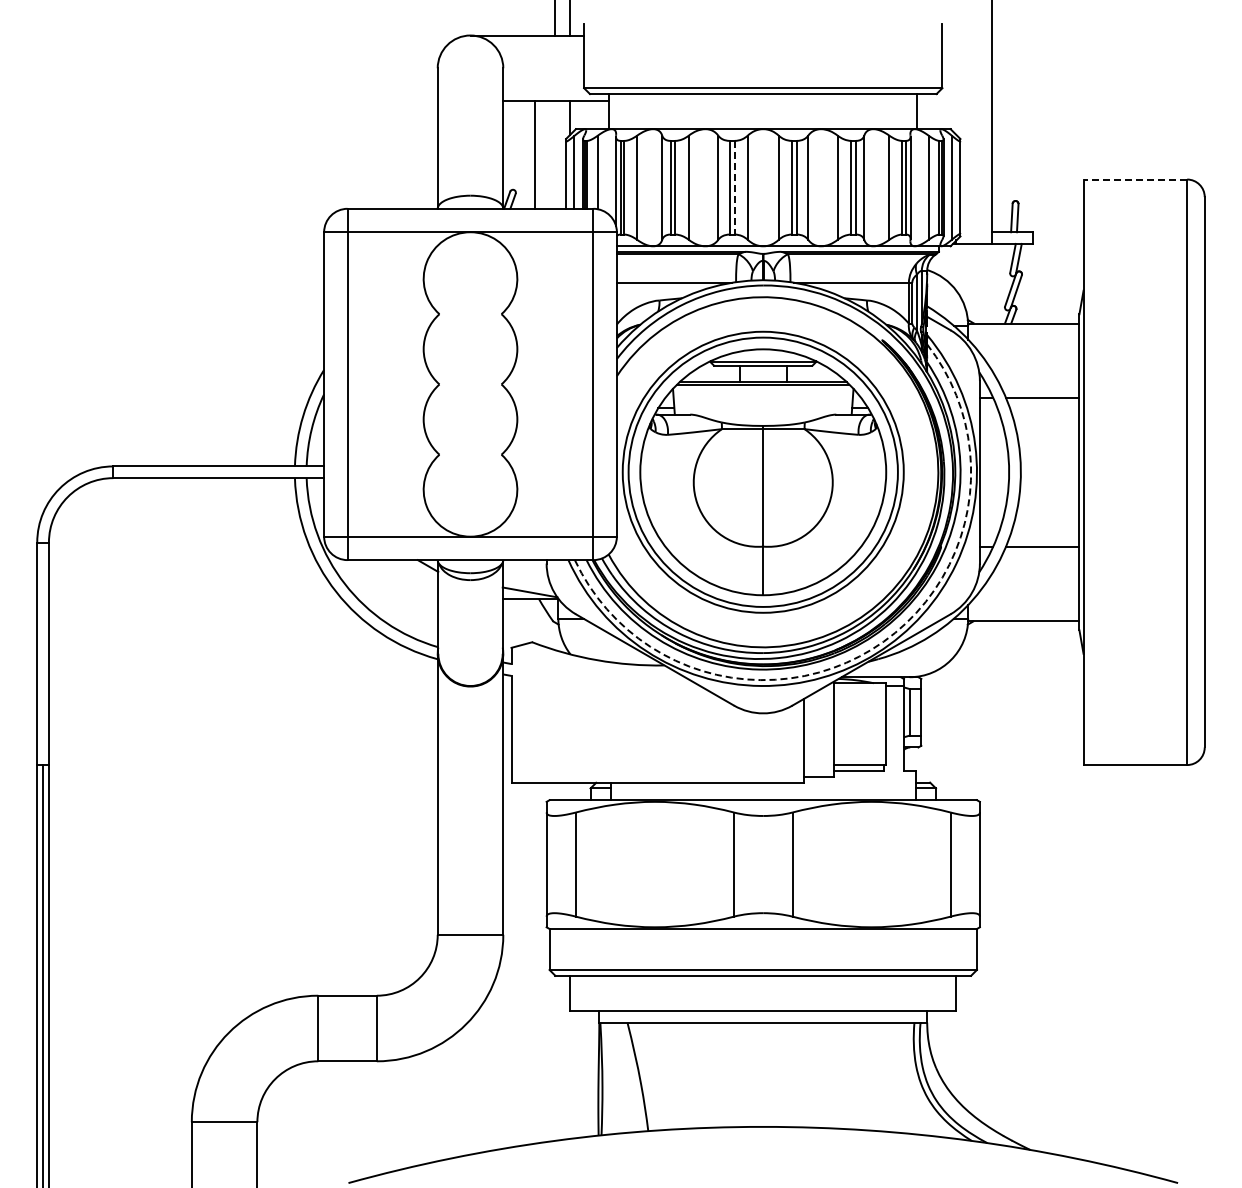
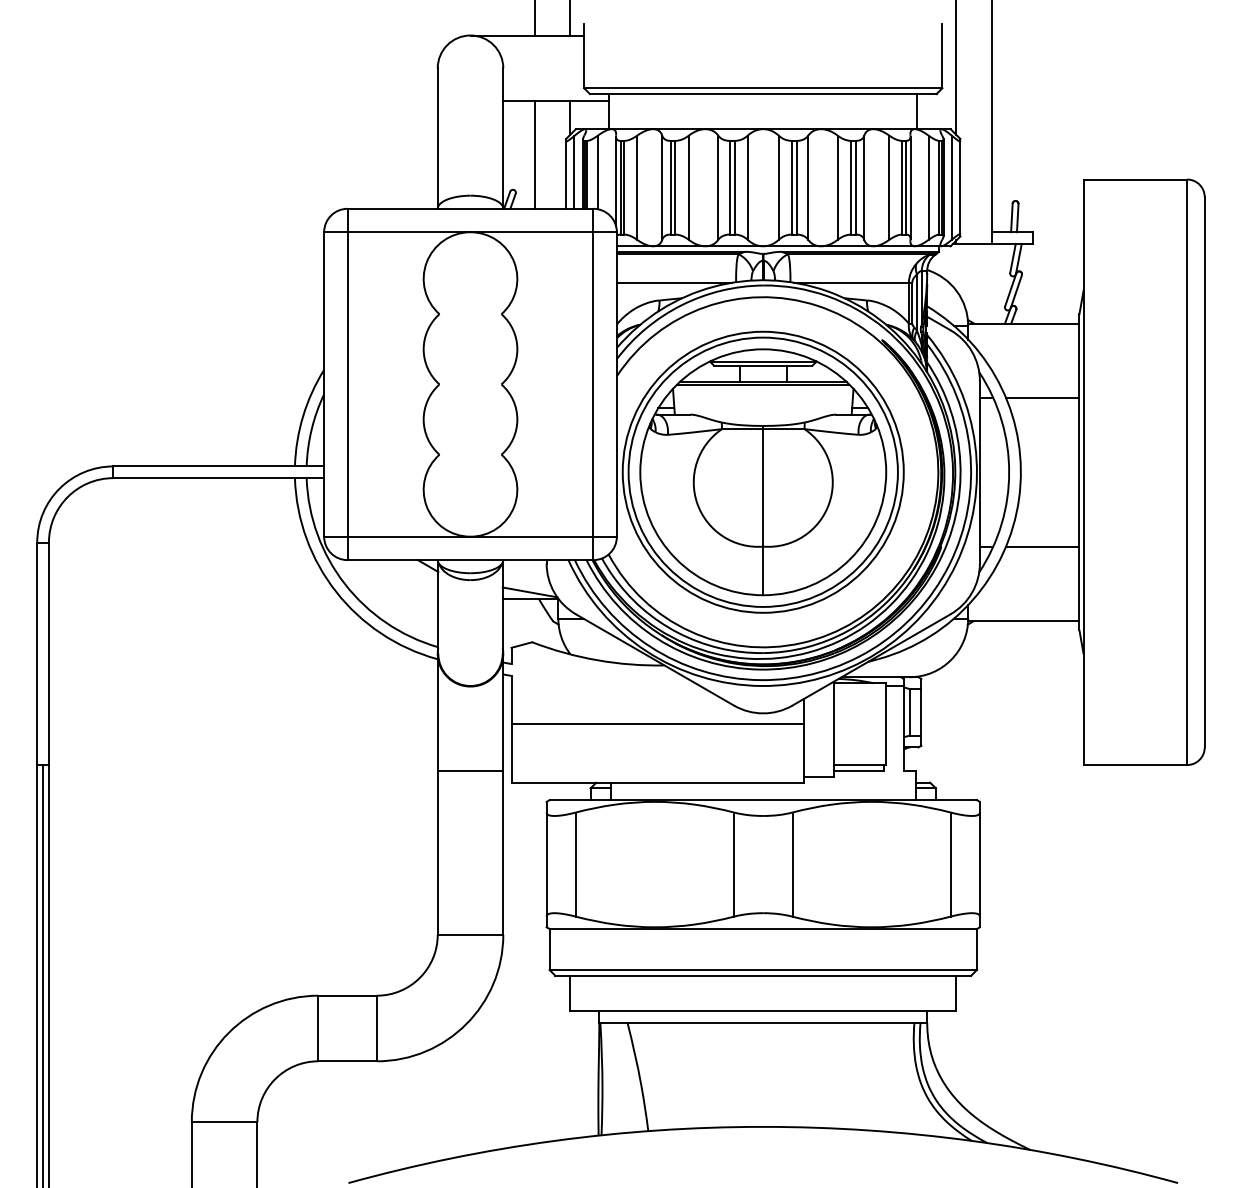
line at (554, 18) position: (554, 18) -> (534, 18)
line at (956, 68): none -> present
line at (1135, 179): dashed -> solid
line at (734, 187): dashed -> solid
arc at (871, 649): dashed -> solid
line at (657, 724): none -> present
line at (470, 770): none -> present
